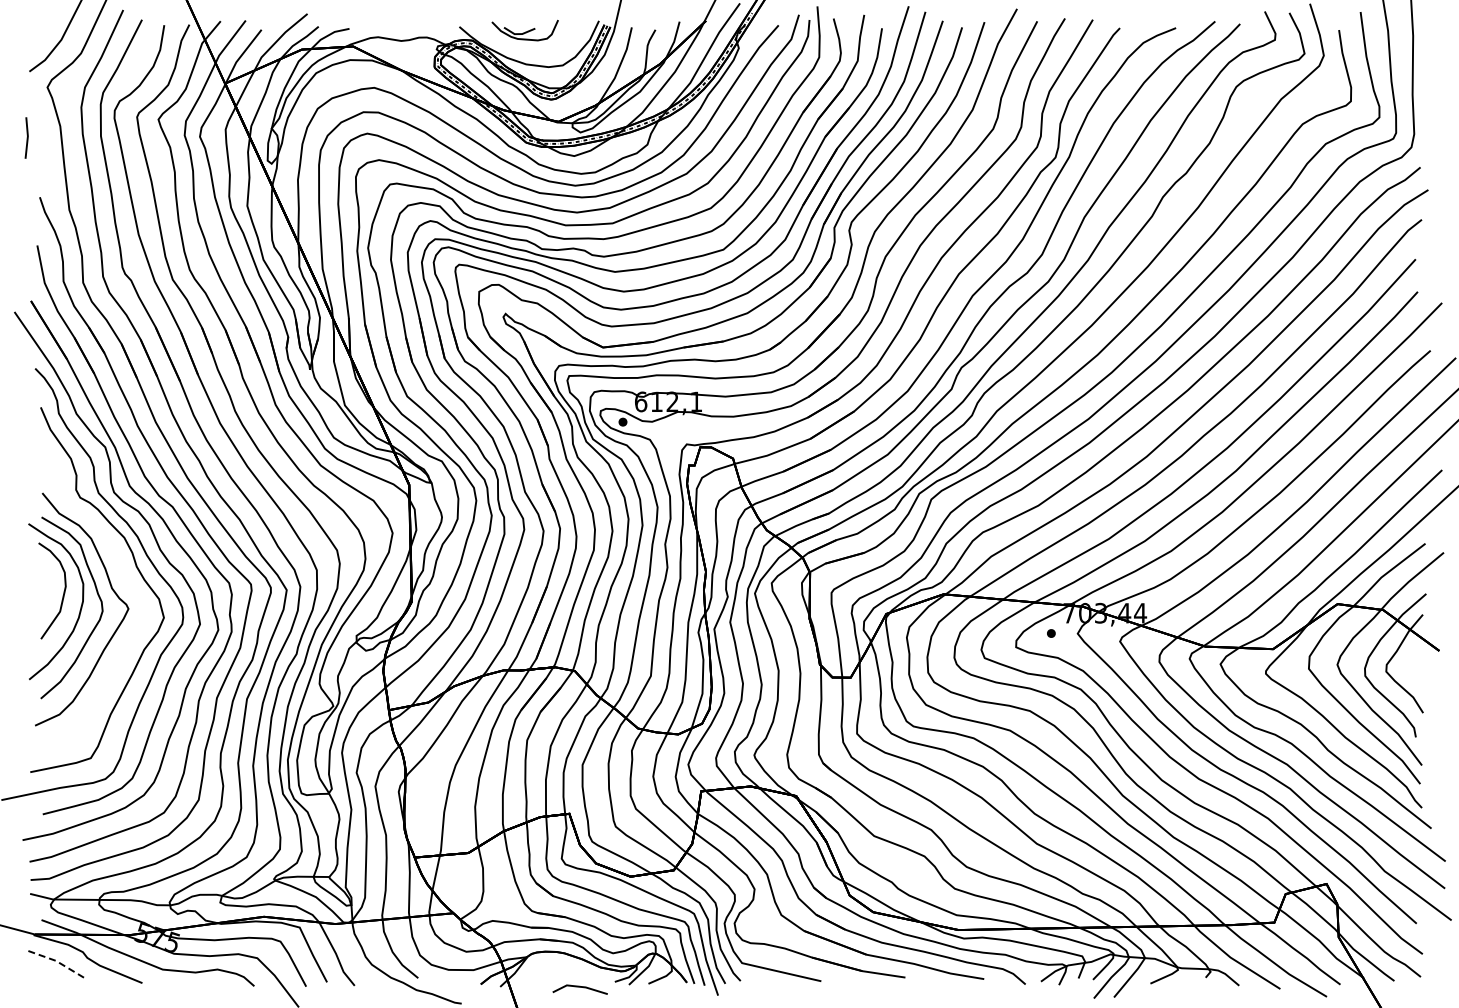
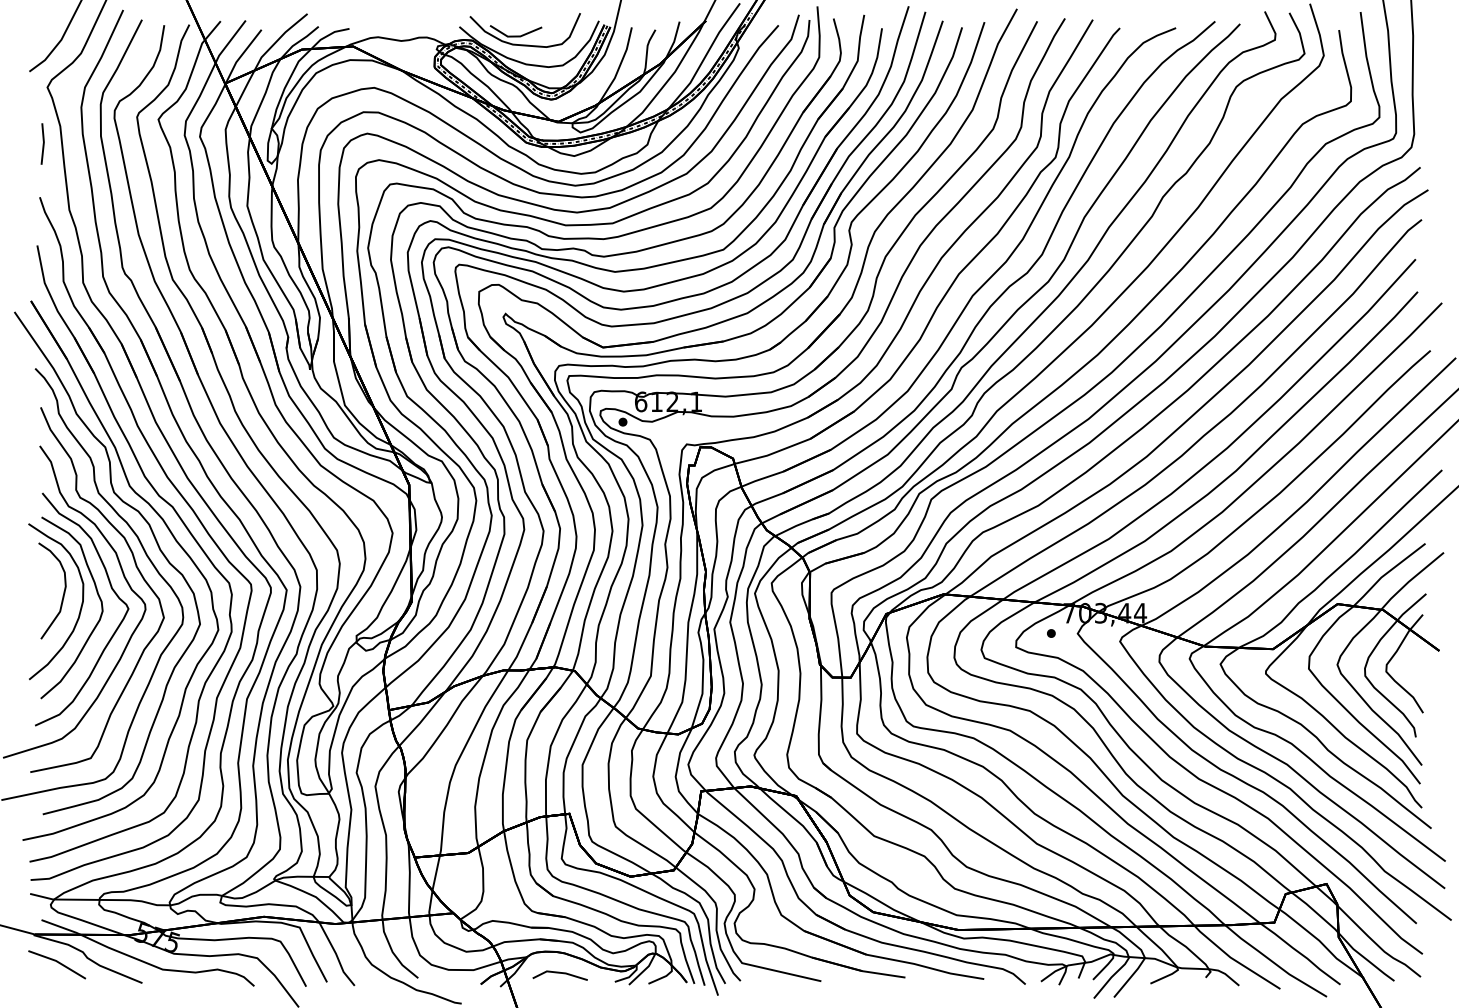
part at (524, 30) size: 68x23 px -> 112x35 px
line at (26, 137) position: (26, 137) -> (42, 143)
curve at (123, 577): none -> present
line at (57, 961): dashed -> solid
line at (579, 987) position: (579, 987) -> (559, 973)
